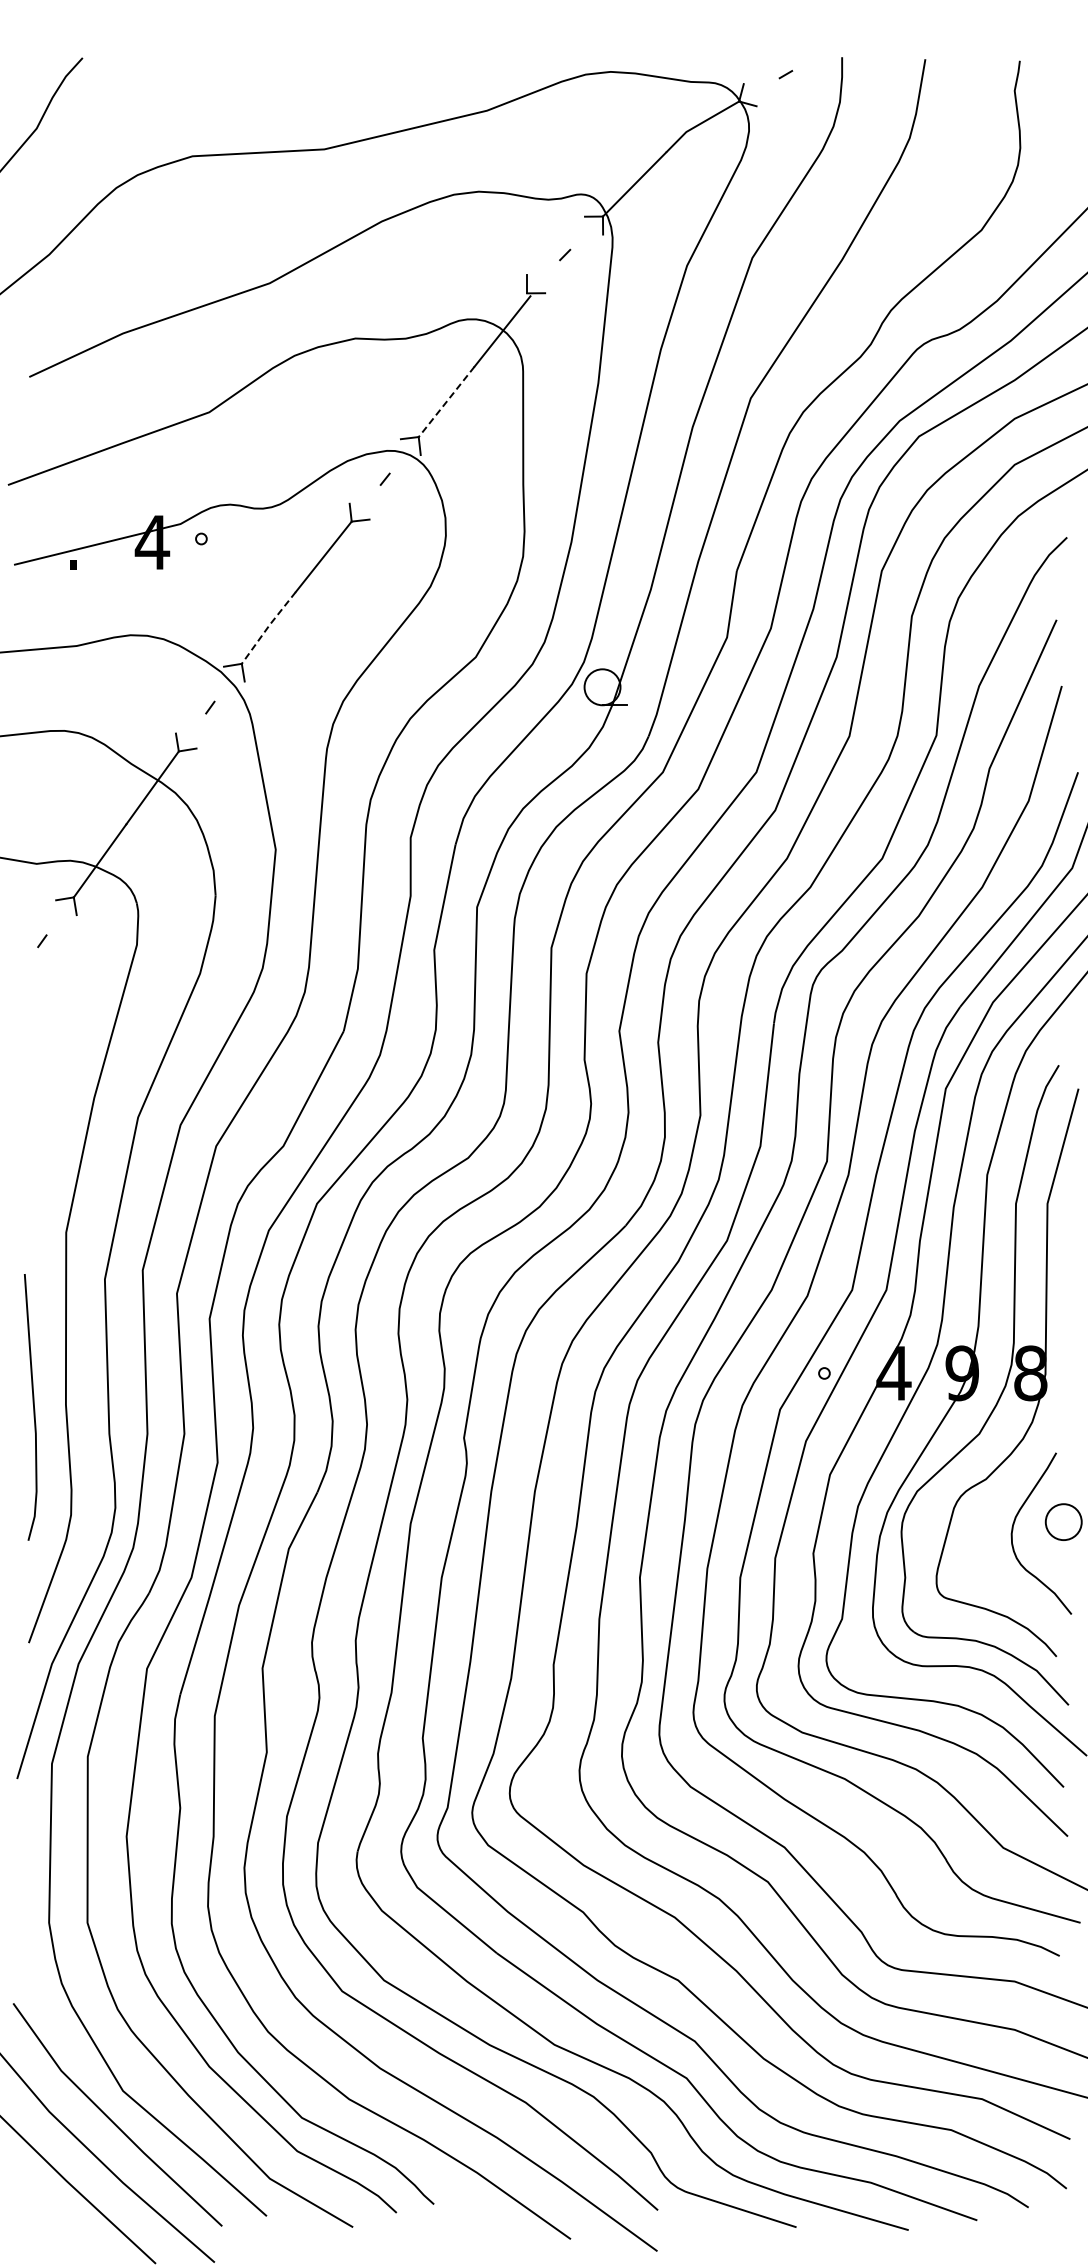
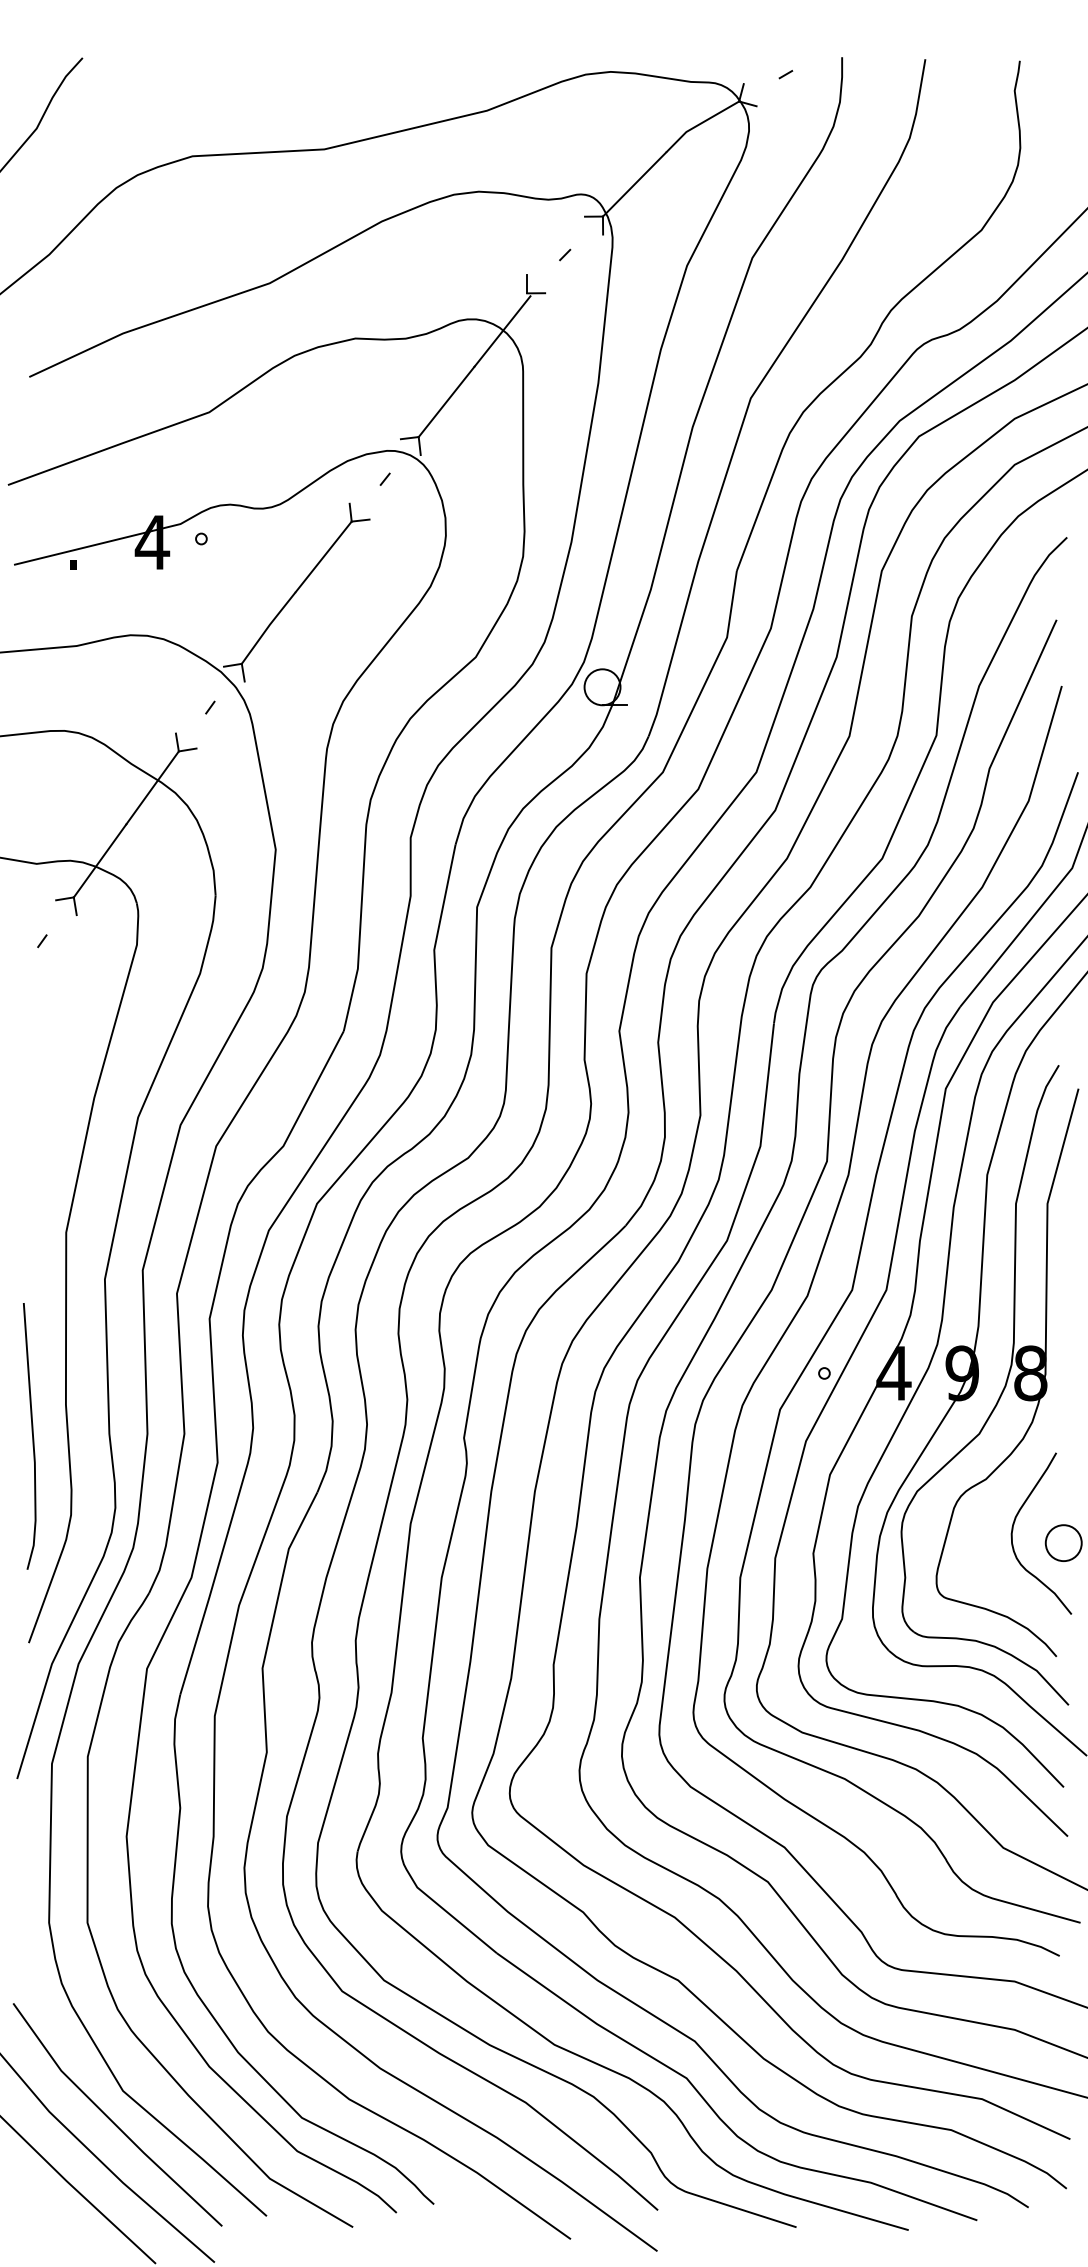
line at (446, 401): dashed -> solid
line at (268, 626): dashed -> solid
line at (33, 1407) position: (33, 1407) -> (32, 1436)
circle at (1063, 1521) position: (1063, 1521) -> (1063, 1542)
